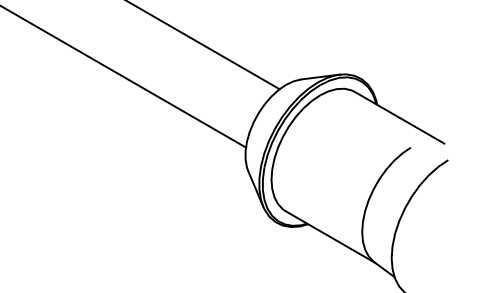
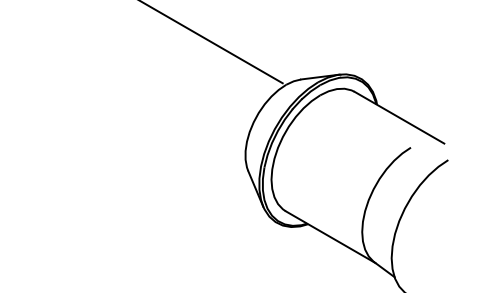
line at (203, 45) position: (203, 45) -> (212, 42)
line at (124, 77): present -> none
